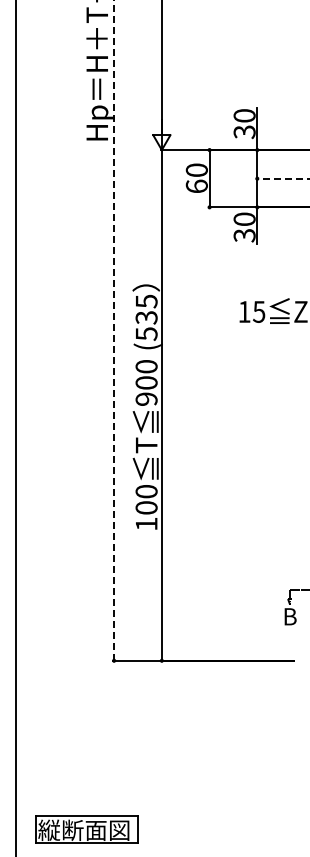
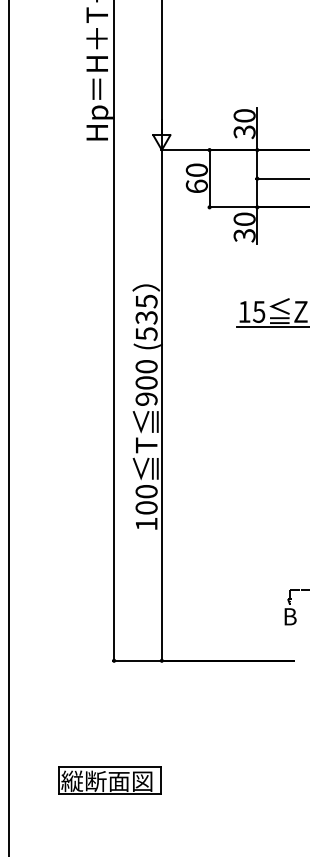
line at (282, 178): dashed -> solid
line at (271, 326): none -> present
line at (114, 330): dashed -> solid
line at (16, 427) position: (16, 427) -> (9, 427)
part at (86, 829) position: (86, 829) -> (109, 780)
